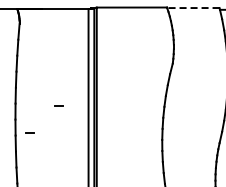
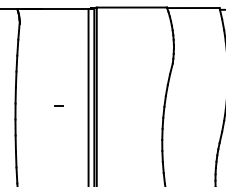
line at (192, 8): dashed -> solid
line at (29, 132): present -> none
